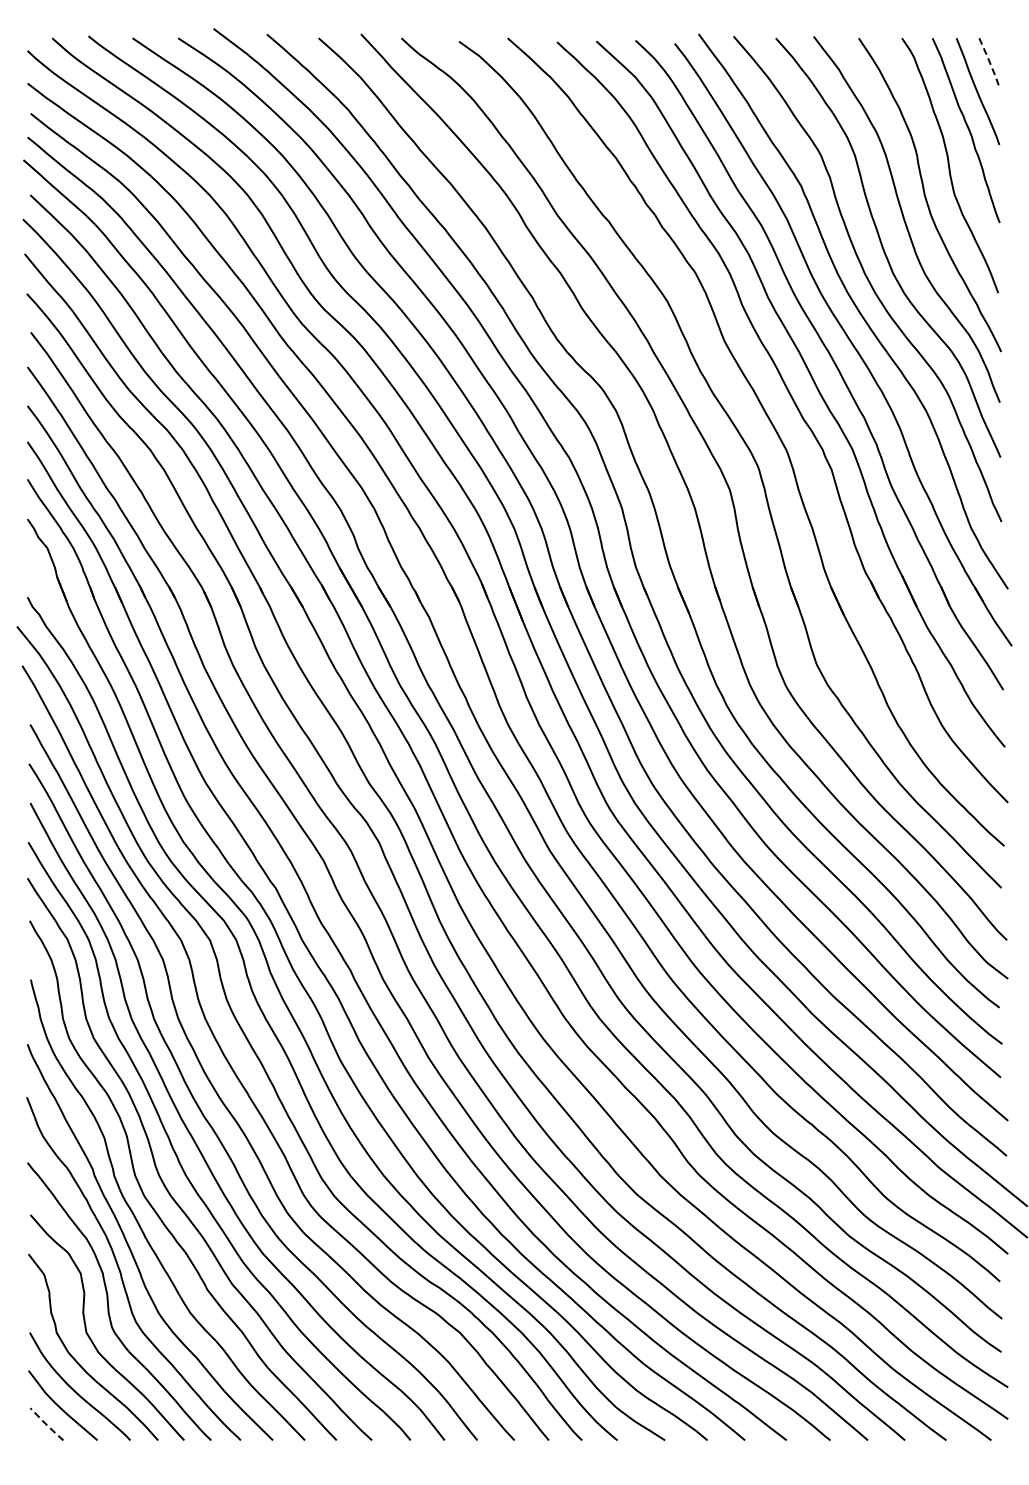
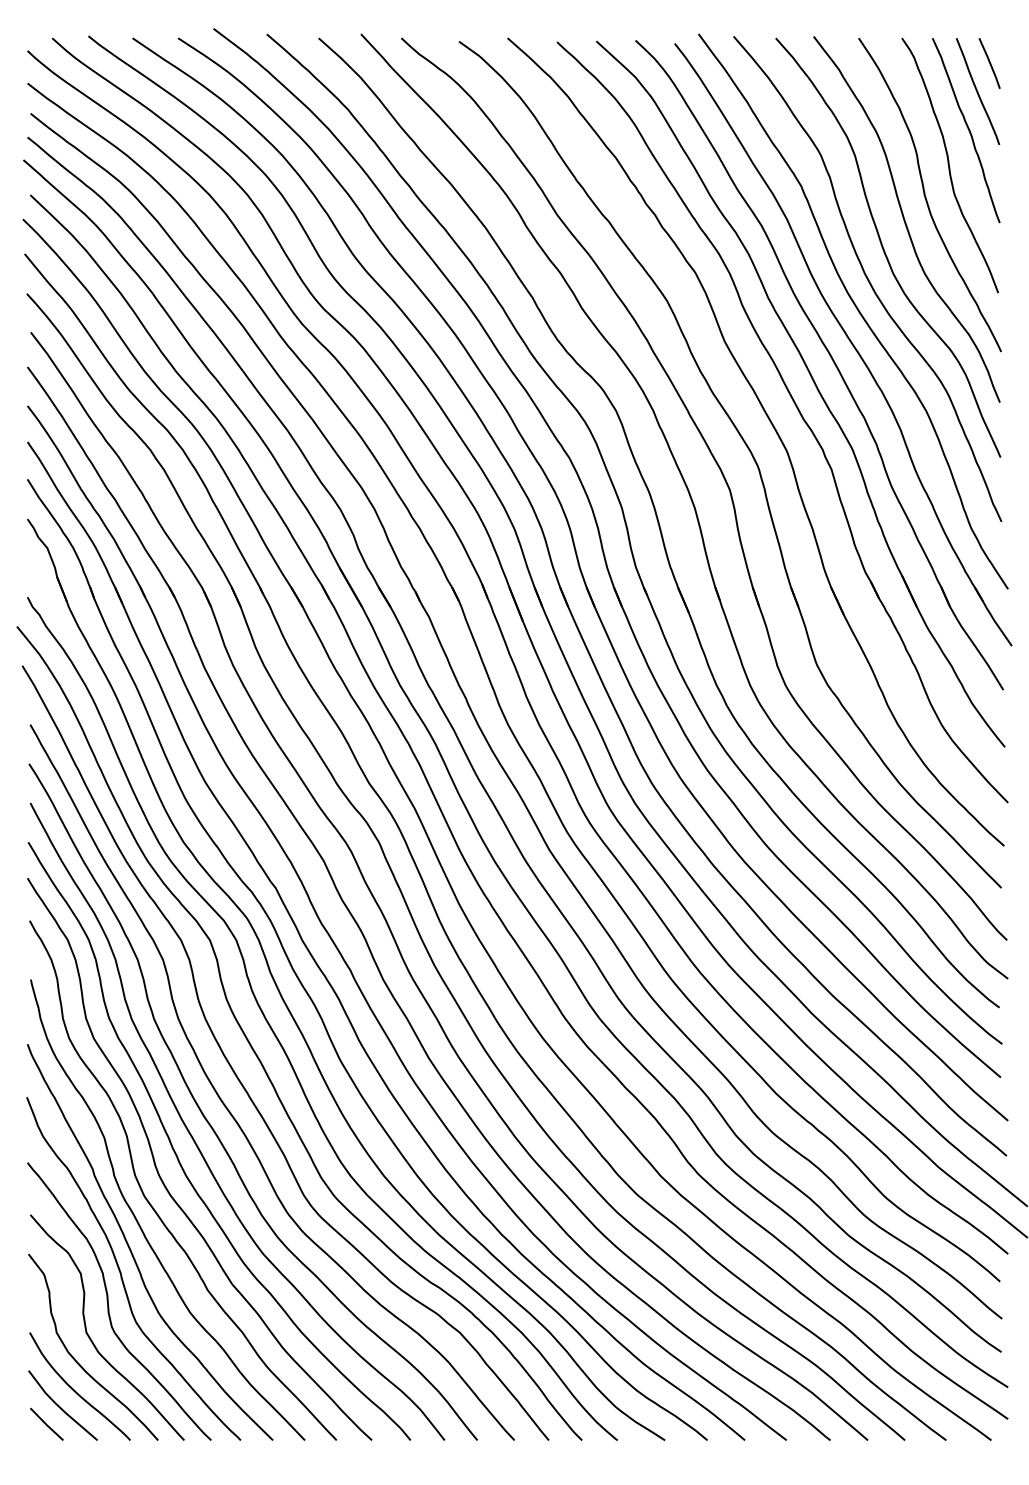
line at (990, 63): dashed -> solid
line at (46, 1424): dashed -> solid
